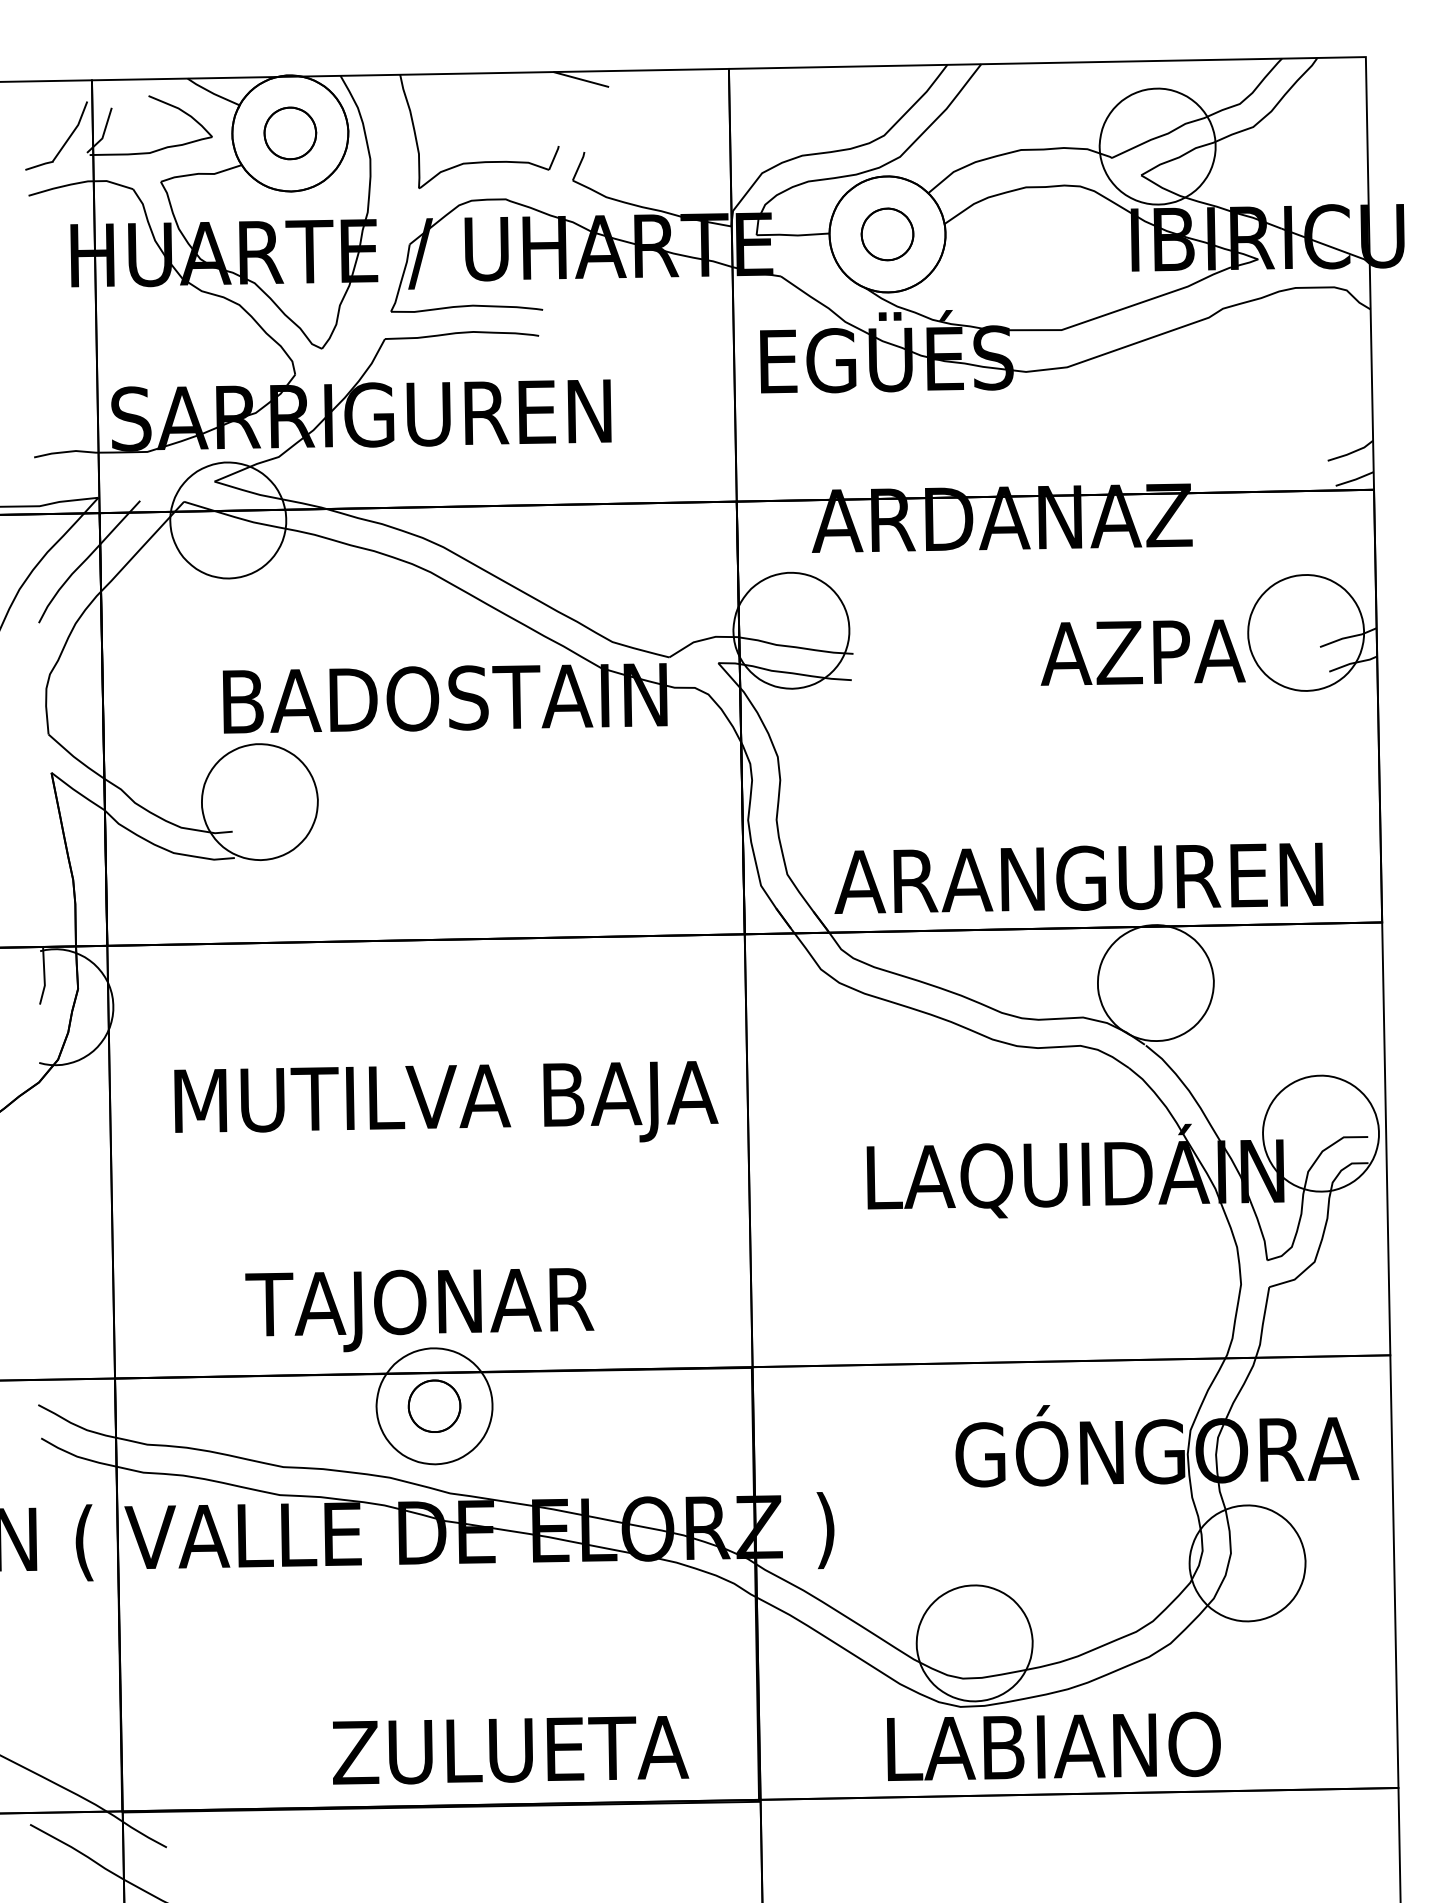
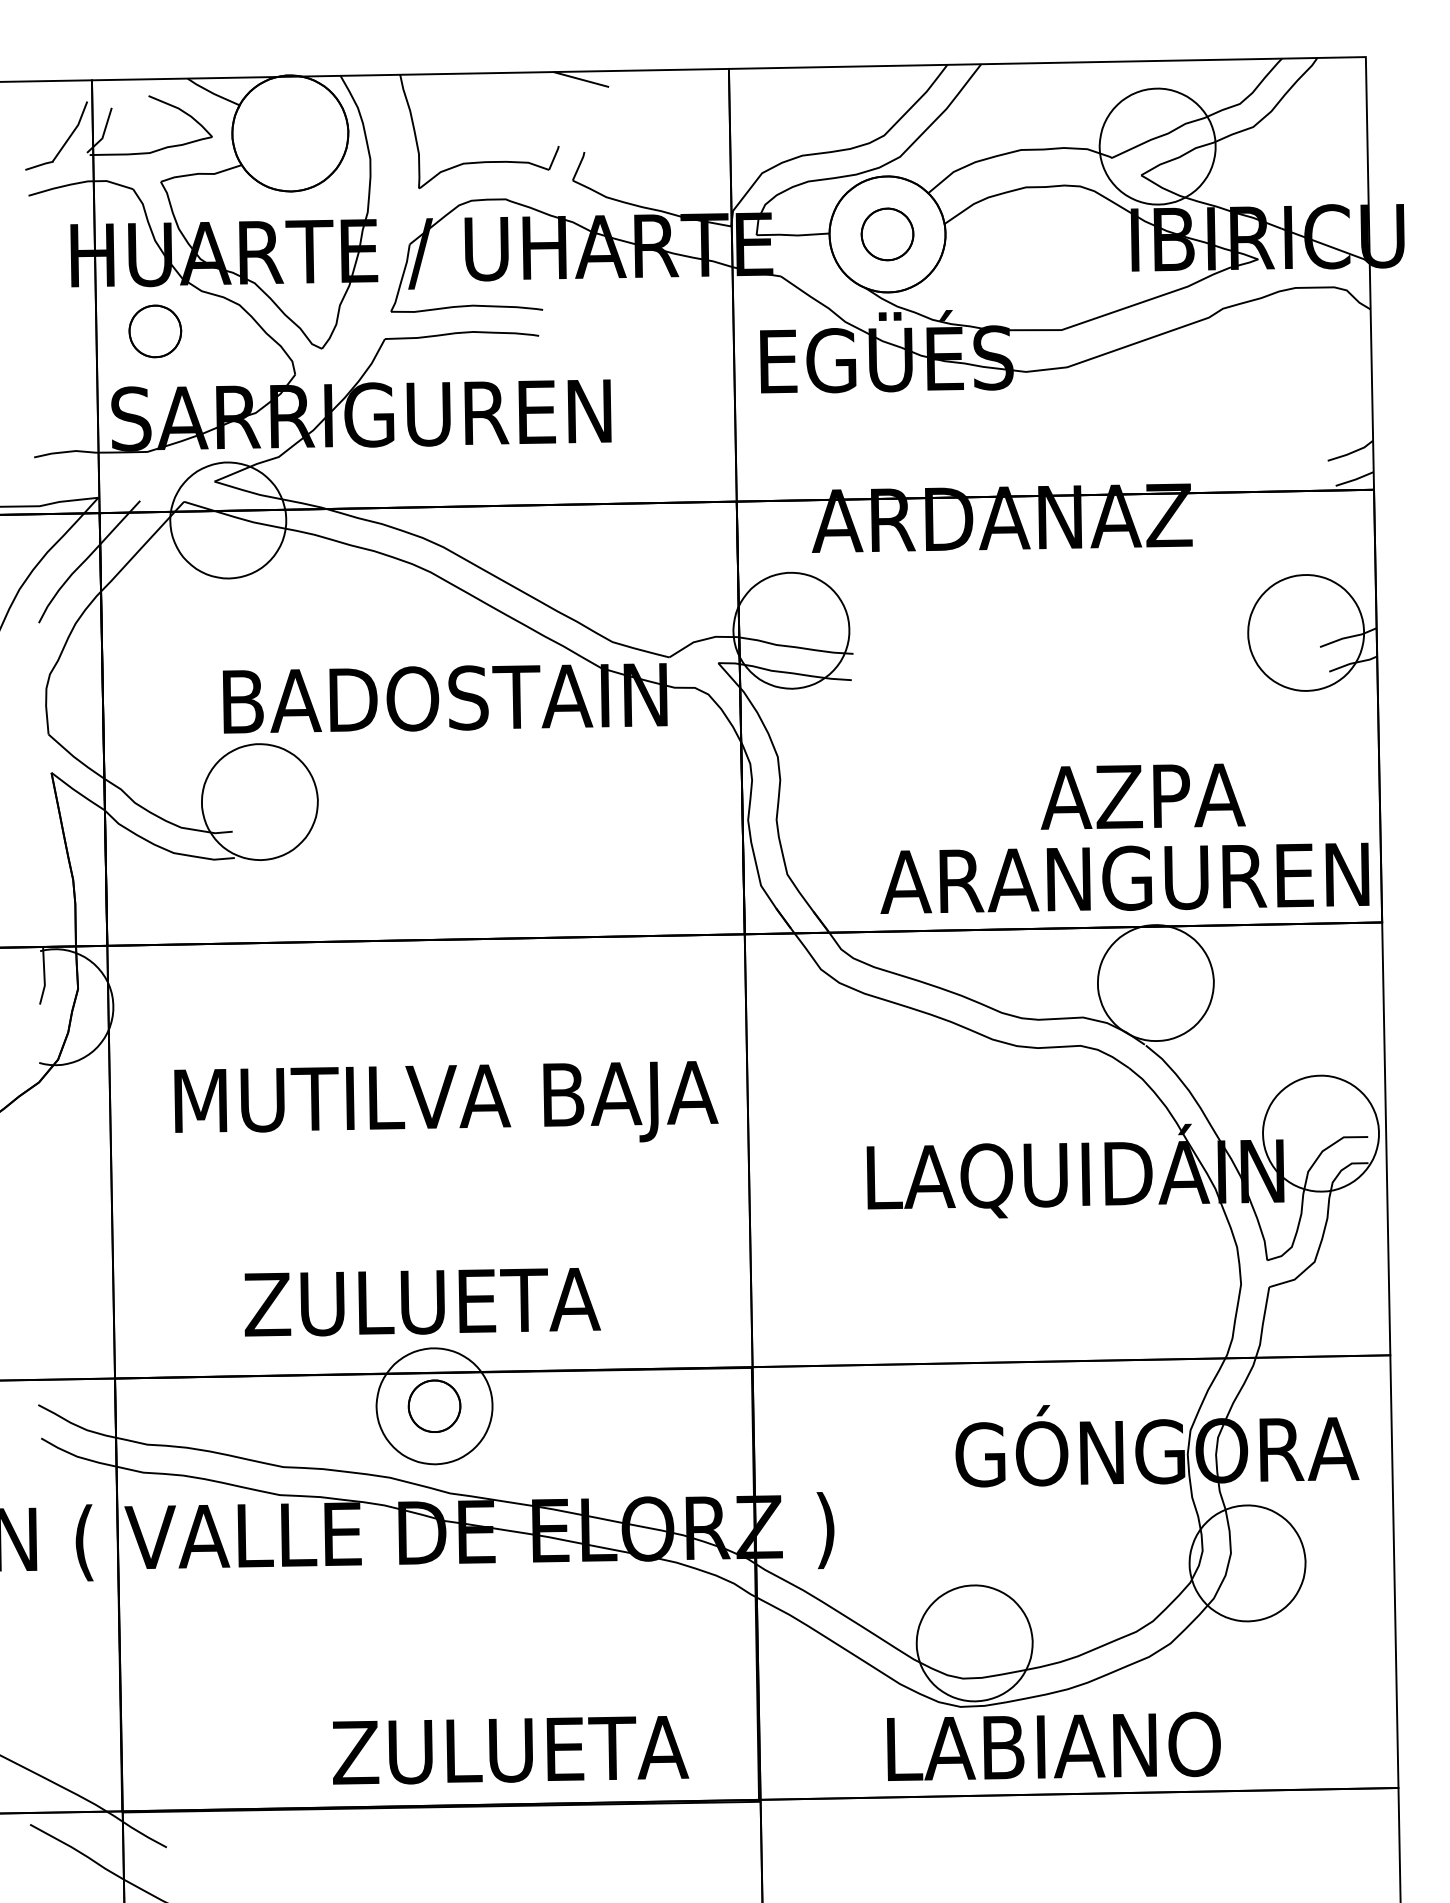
part at (290, 133) position: (290, 133) -> (155, 331)
text at (1142, 652) position: (1142, 652) -> (1142, 796)
text at (1078, 877) position: (1078, 877) -> (1124, 877)
text at (422, 1310): TAJONAR -> ZULUETA
